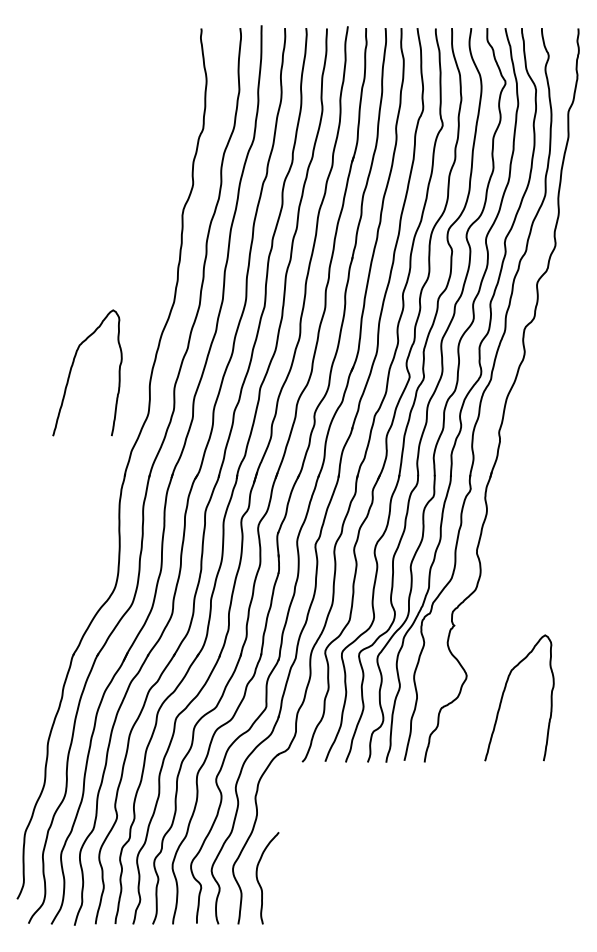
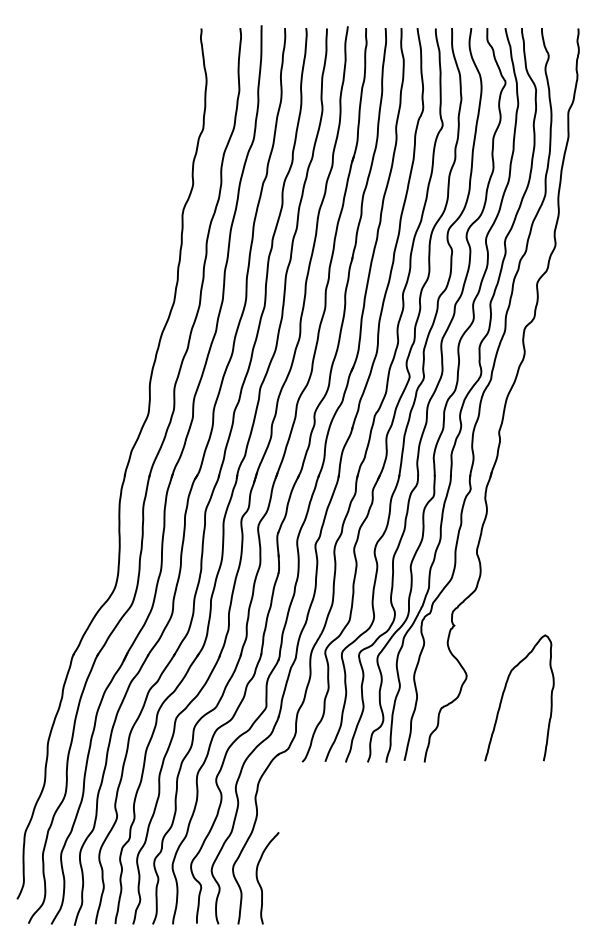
curve at (73, 365): present -> none
